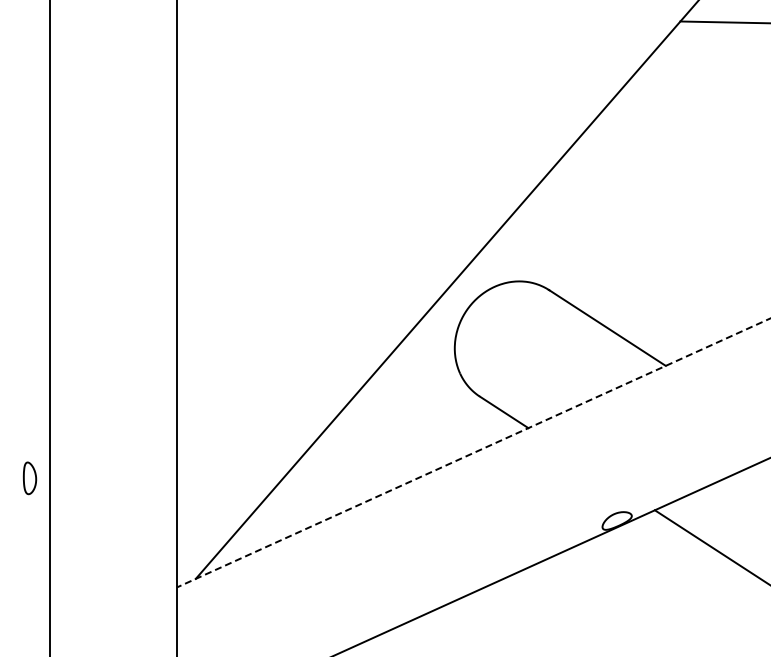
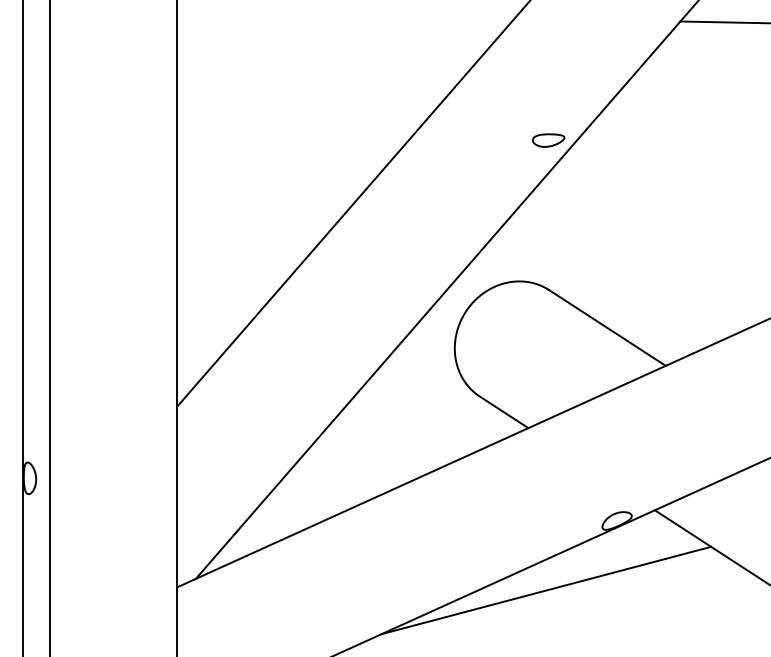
part at (548, 140): none -> present
line at (352, 204): none -> present
line at (23, 327): none -> present
line at (474, 452): dashed -> solid
line at (546, 590): none -> present
